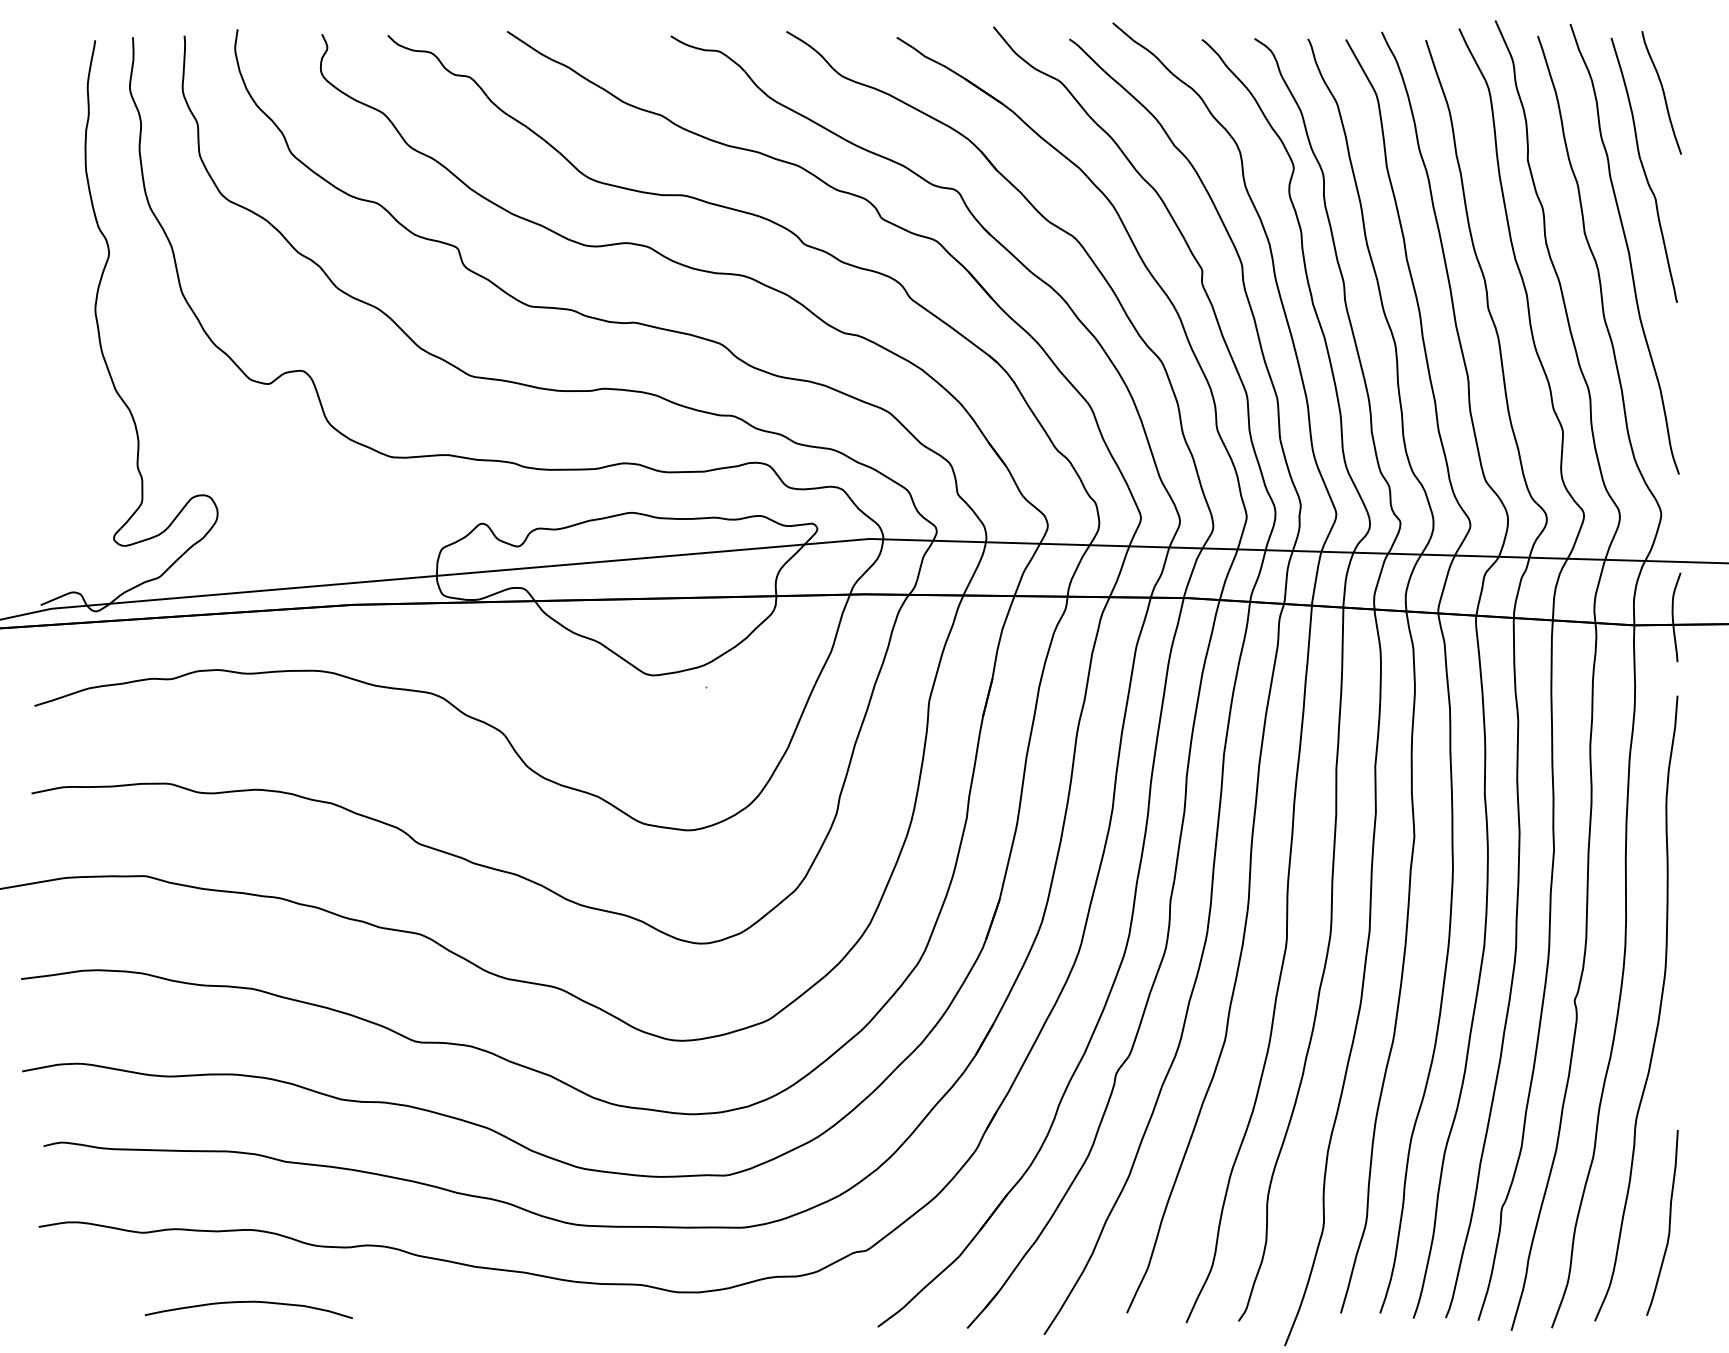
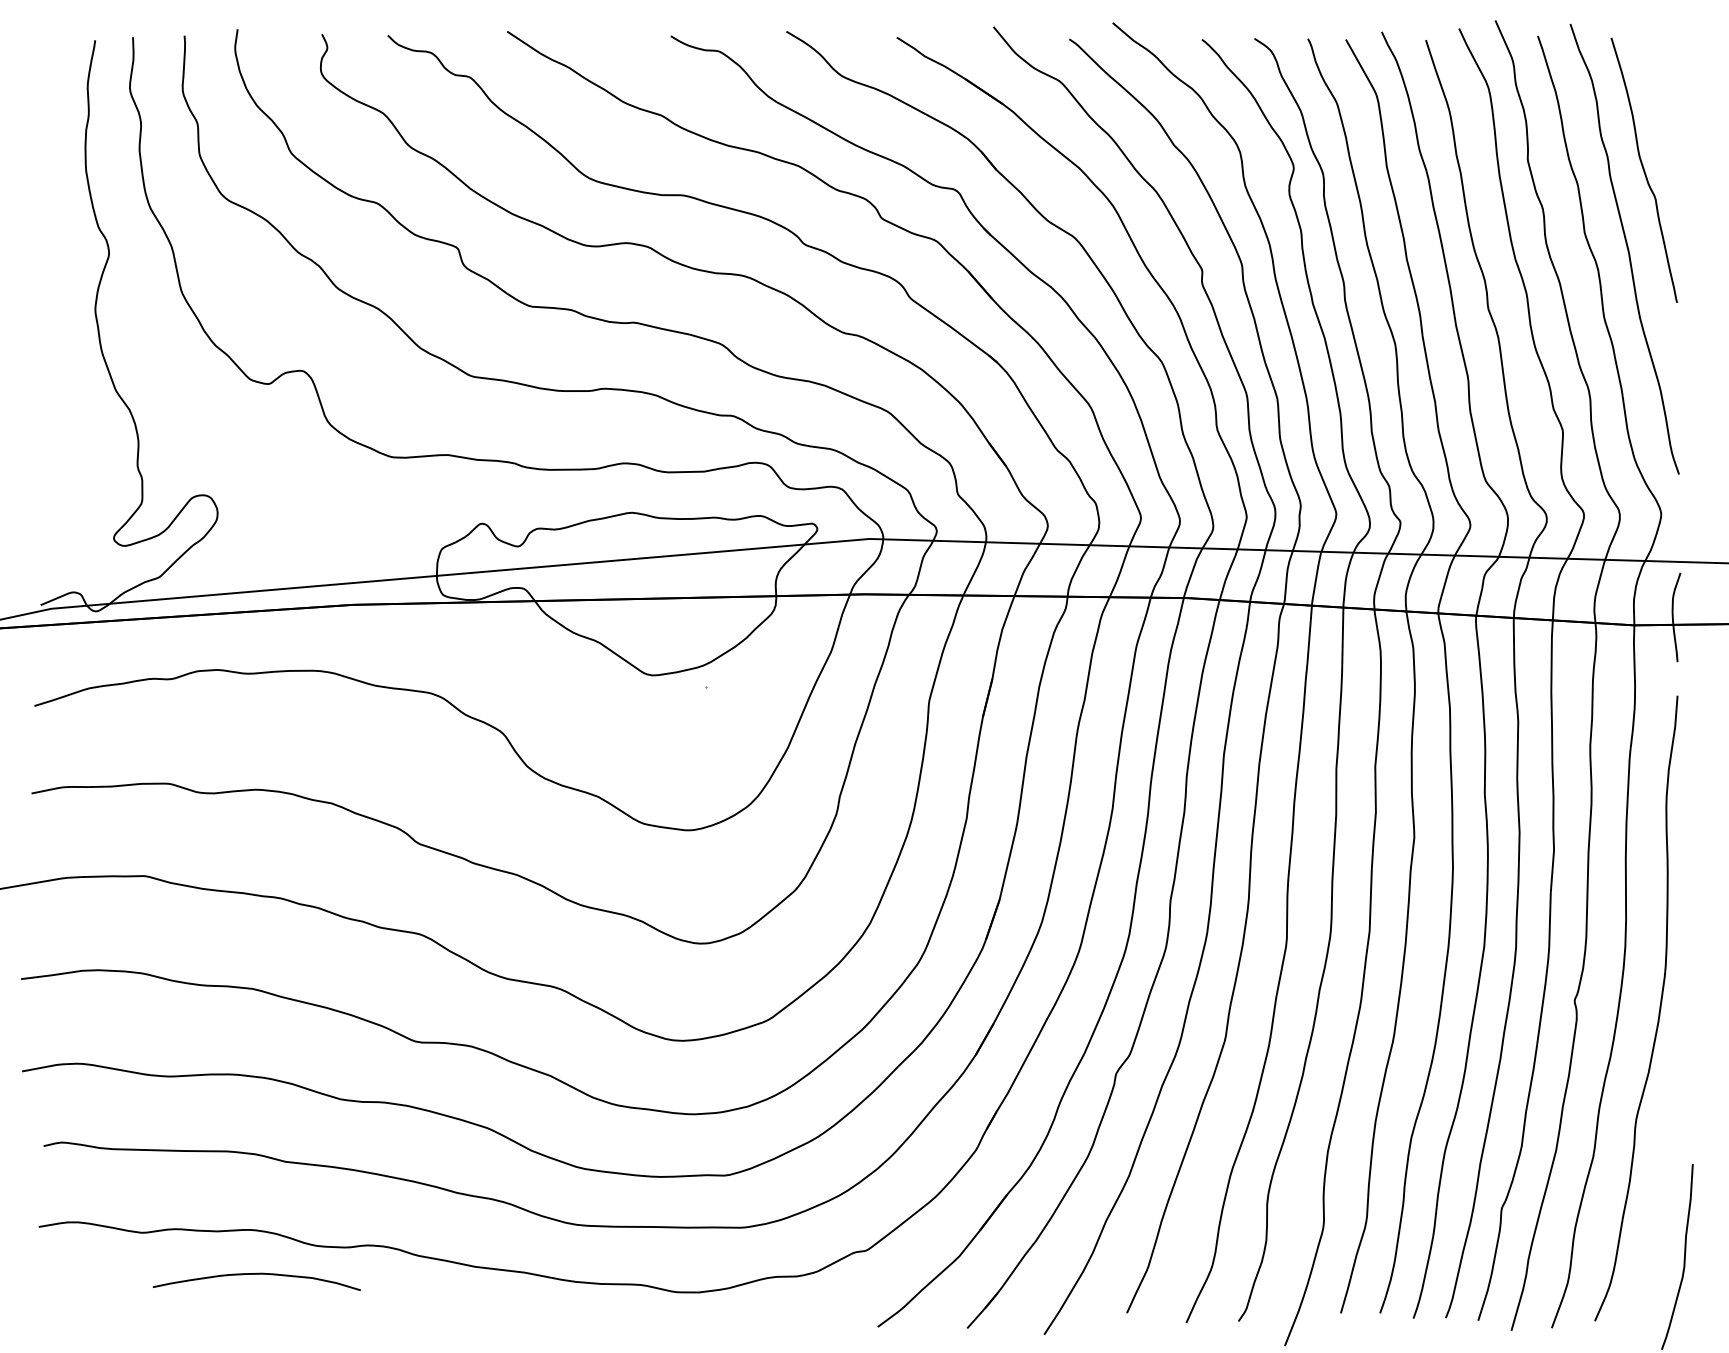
curve at (1662, 92): present -> none
curve at (1668, 1224) position: (1668, 1224) -> (1683, 1258)
curve at (248, 1302) position: (248, 1302) -> (256, 1274)
